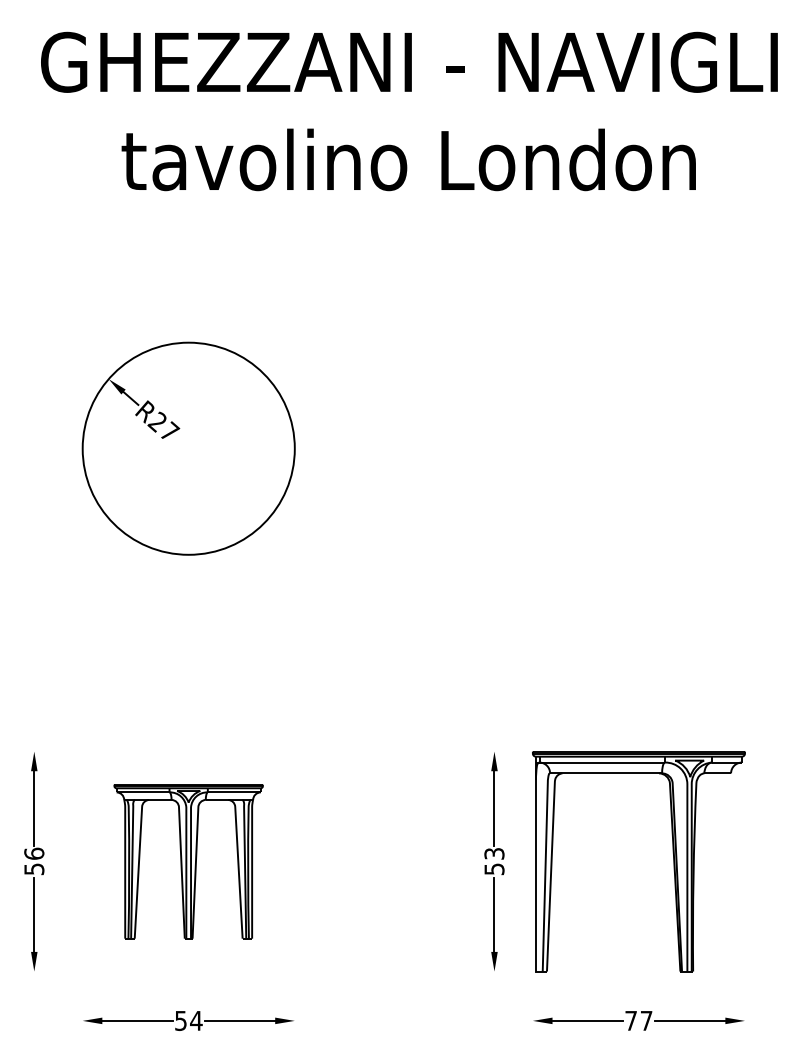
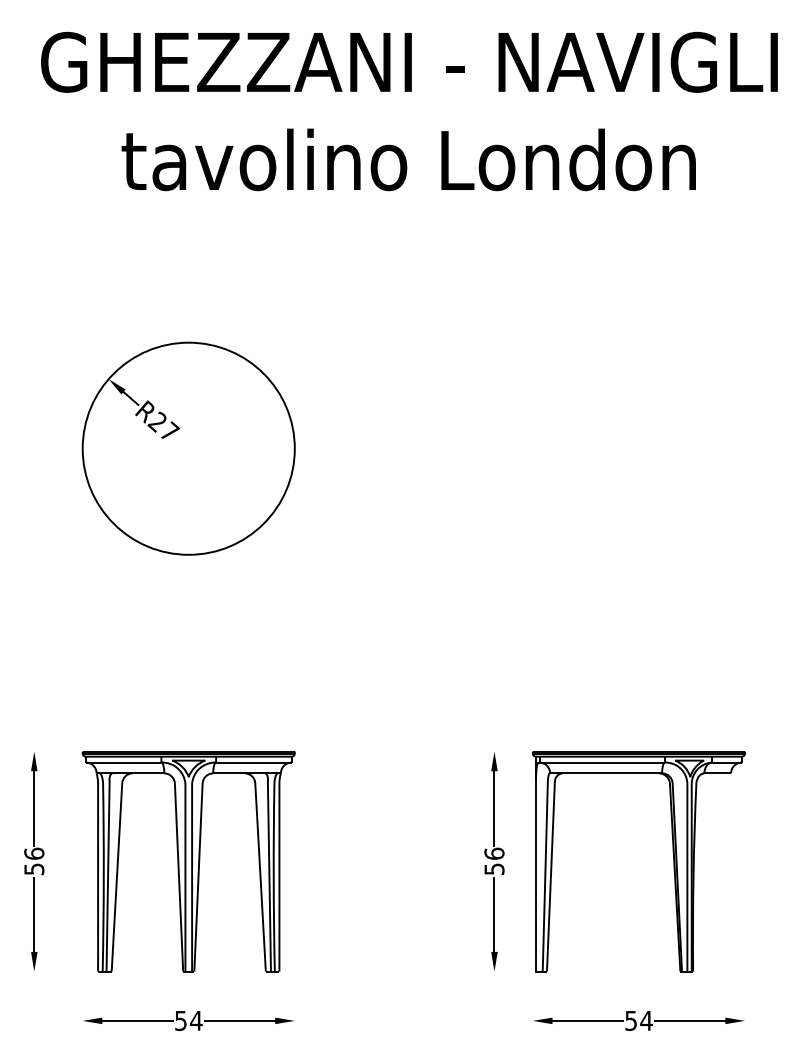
text at (494, 853): 53 -> 56
part at (188, 861) size: 151x156 px -> 215x222 px
text at (638, 1020): 77 -> 54
